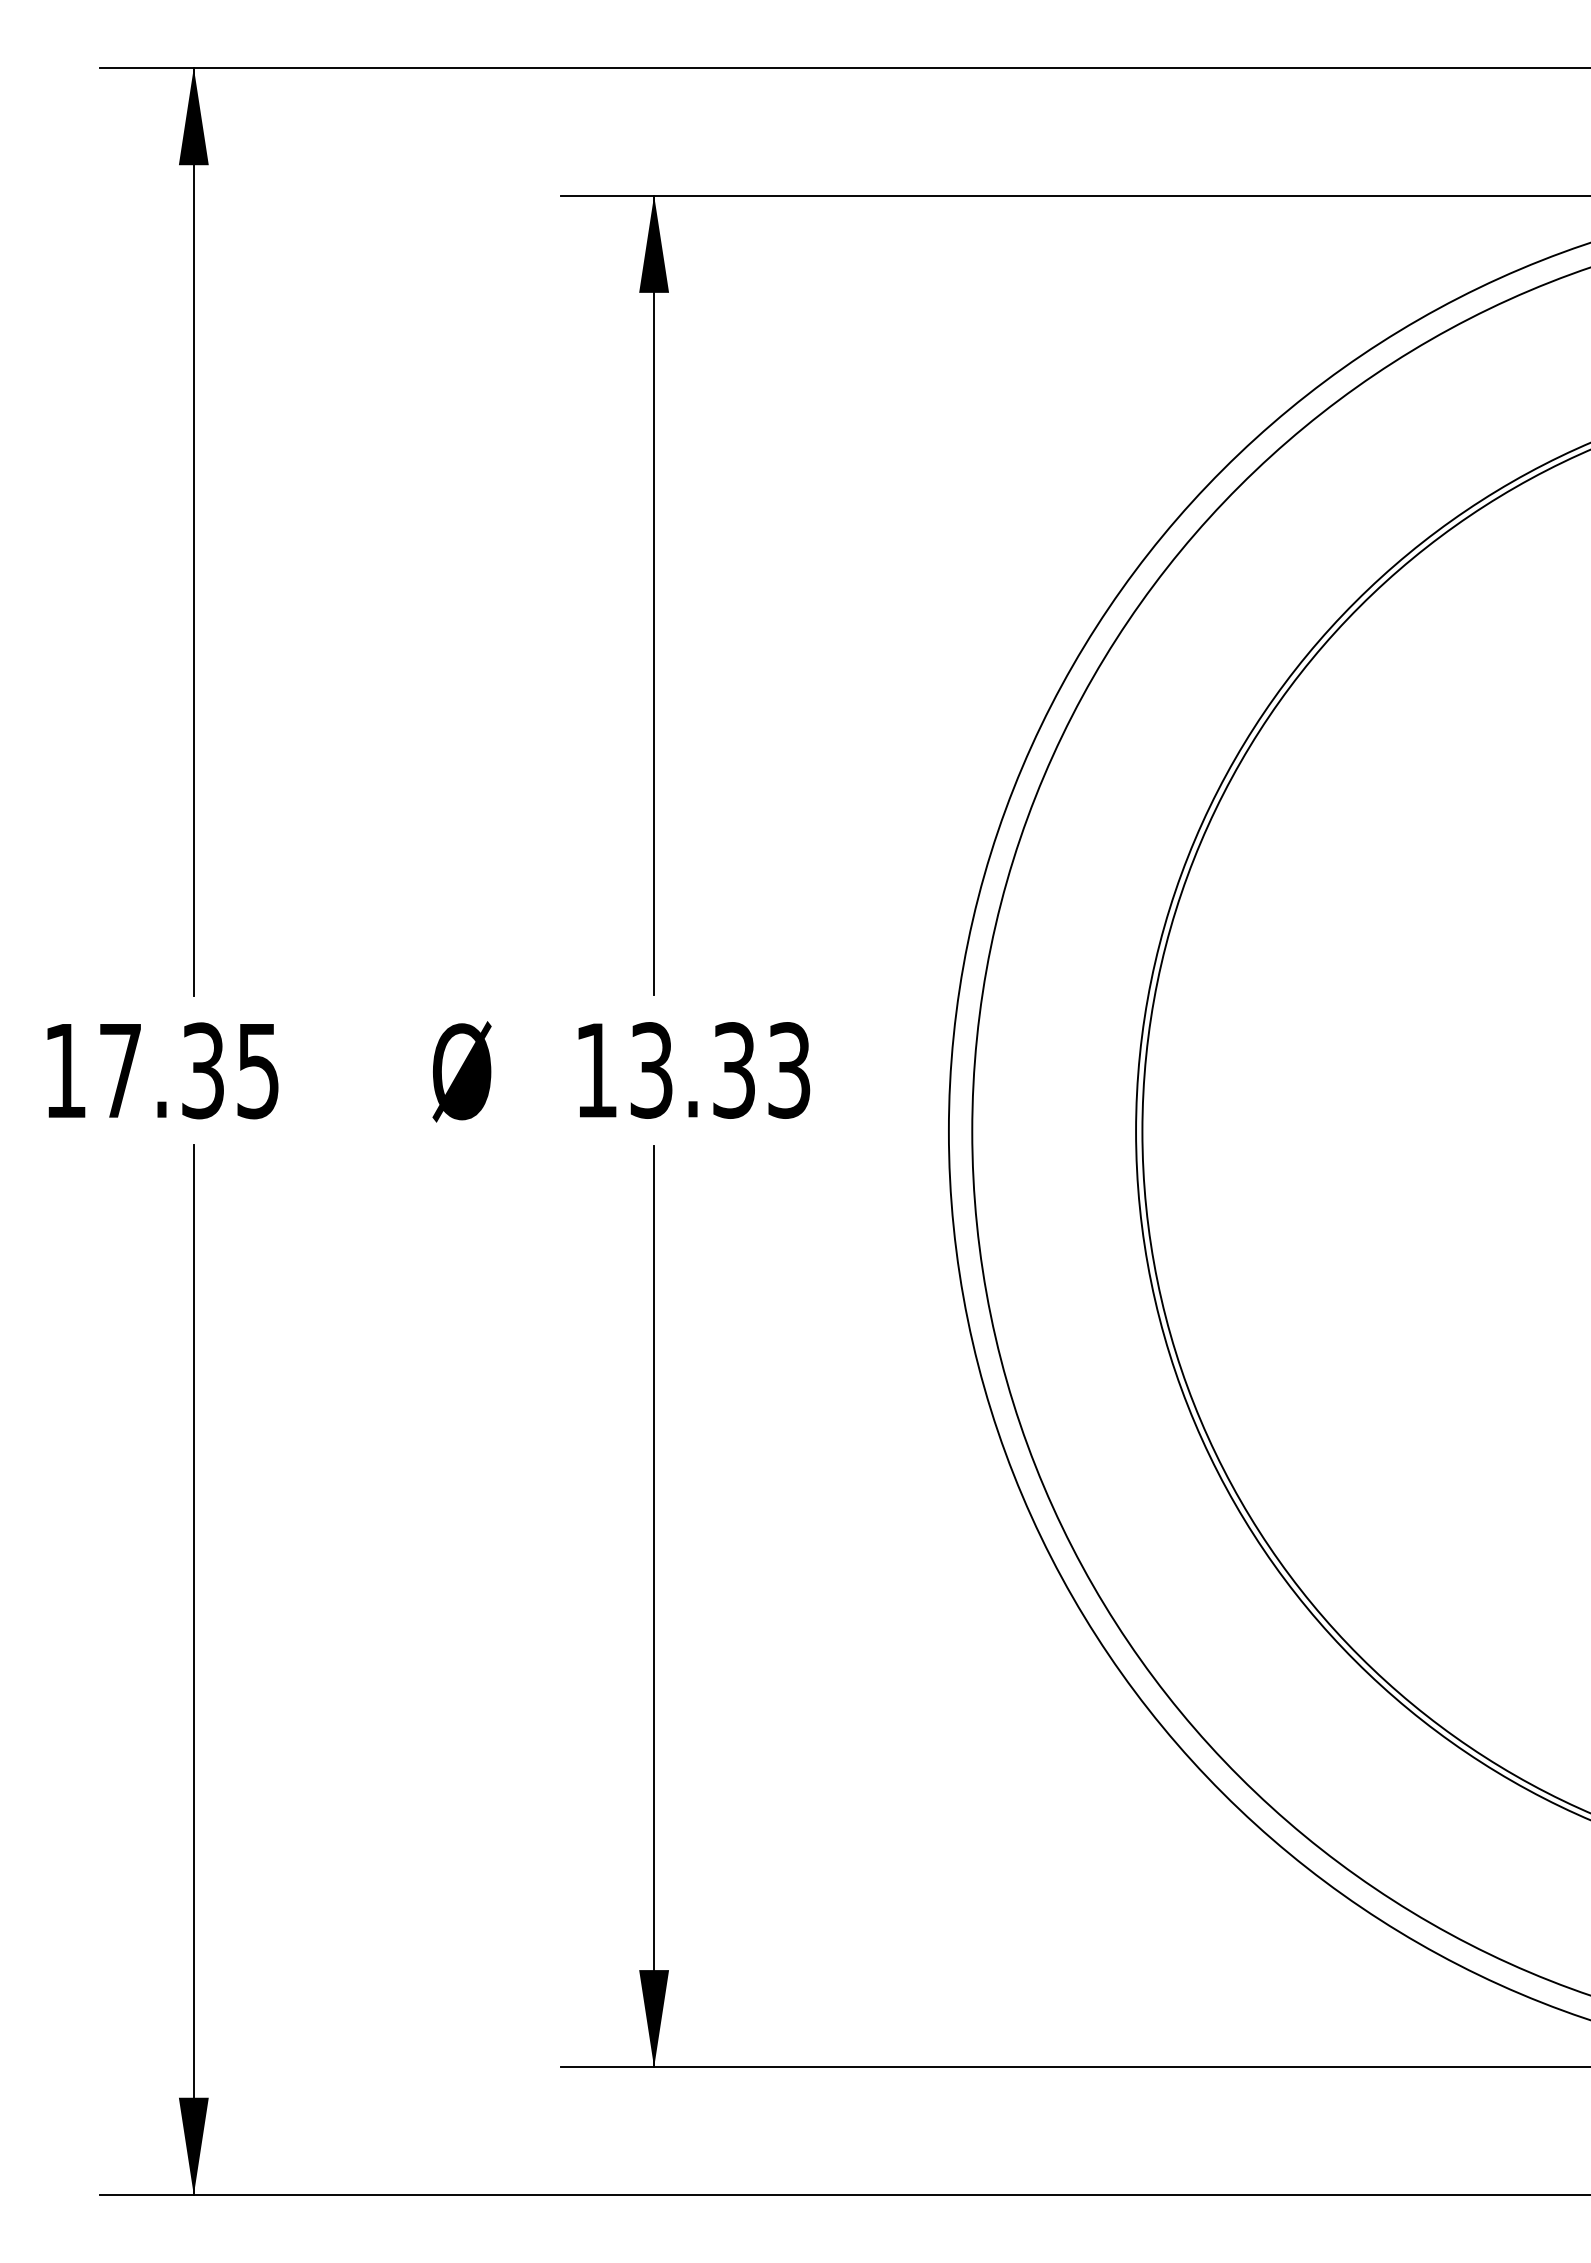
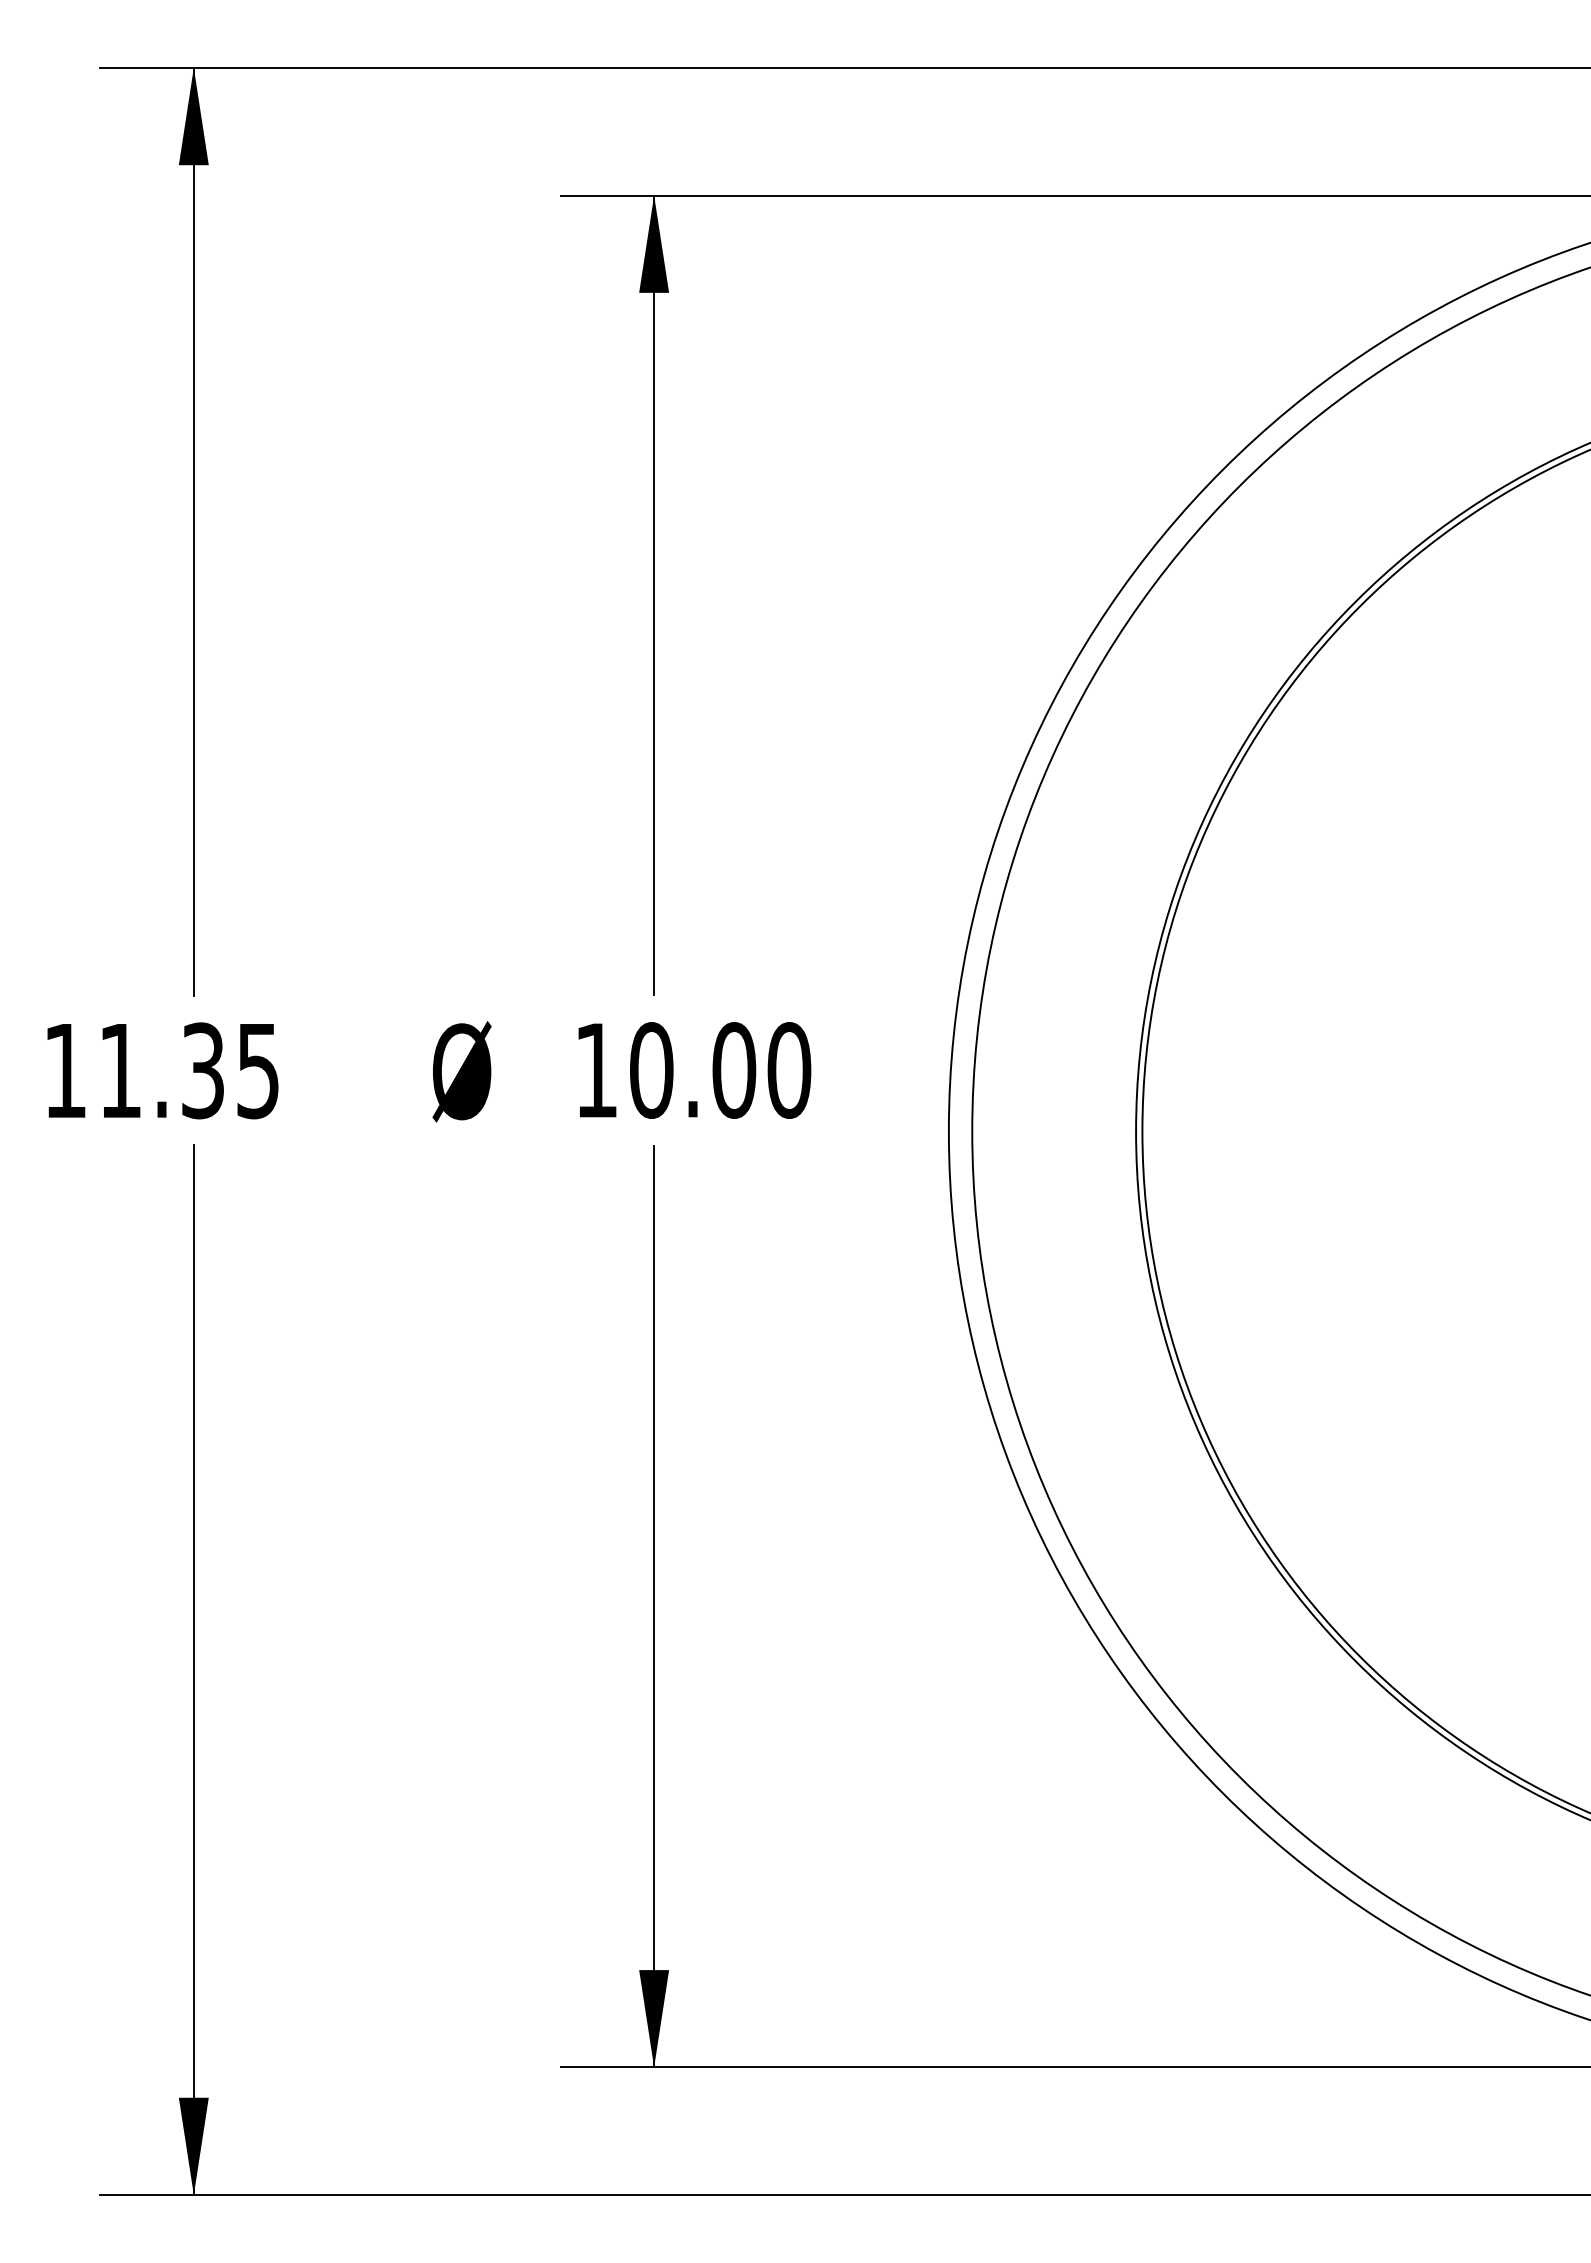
text at (120, 1070): 17.35 -> 11.35
text at (720, 1070): 13.33 -> 10.00
